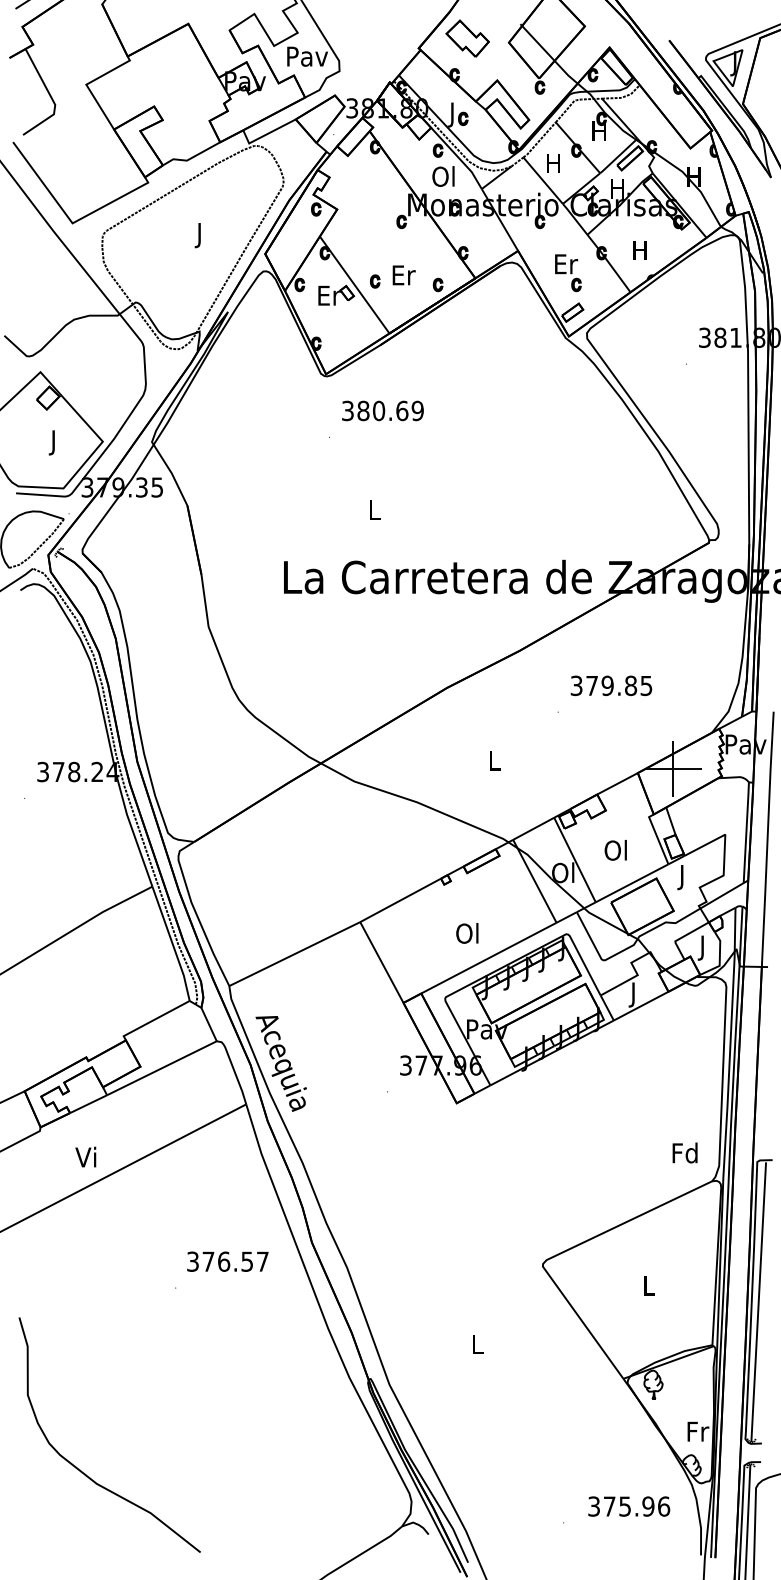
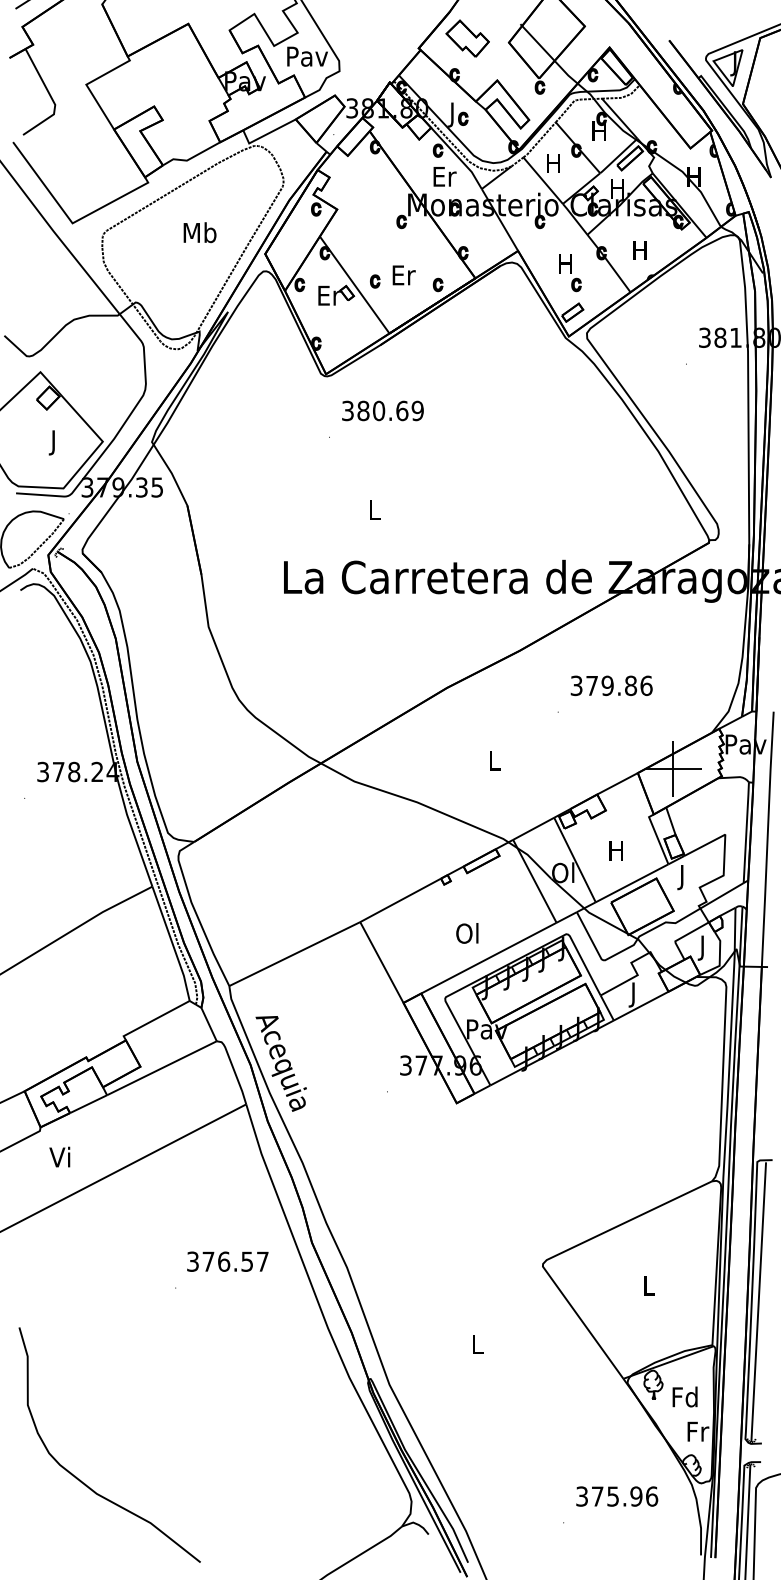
text at (444, 176): Ol -> Er
text at (199, 235): J -> Mb
text at (566, 264): Er -> H
text at (646, 685): 379.85 -> 379.86
text at (615, 850): Ol -> H
text at (684, 1152) position: (684, 1152) -> (684, 1396)
text at (85, 1156) position: (85, 1156) -> (59, 1156)
curve at (80, 1469) position: (80, 1469) -> (80, 1479)
text at (629, 1506) position: (629, 1506) -> (617, 1496)
